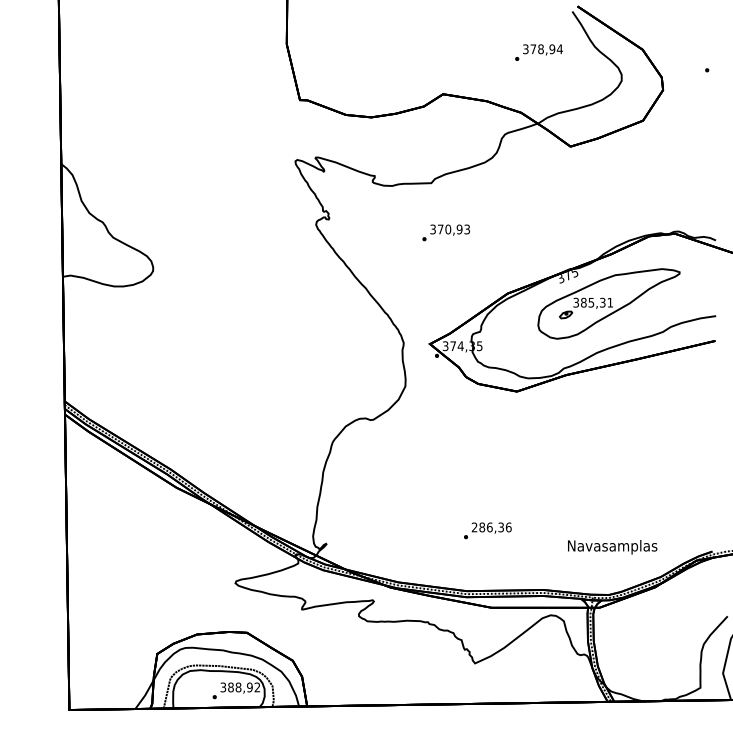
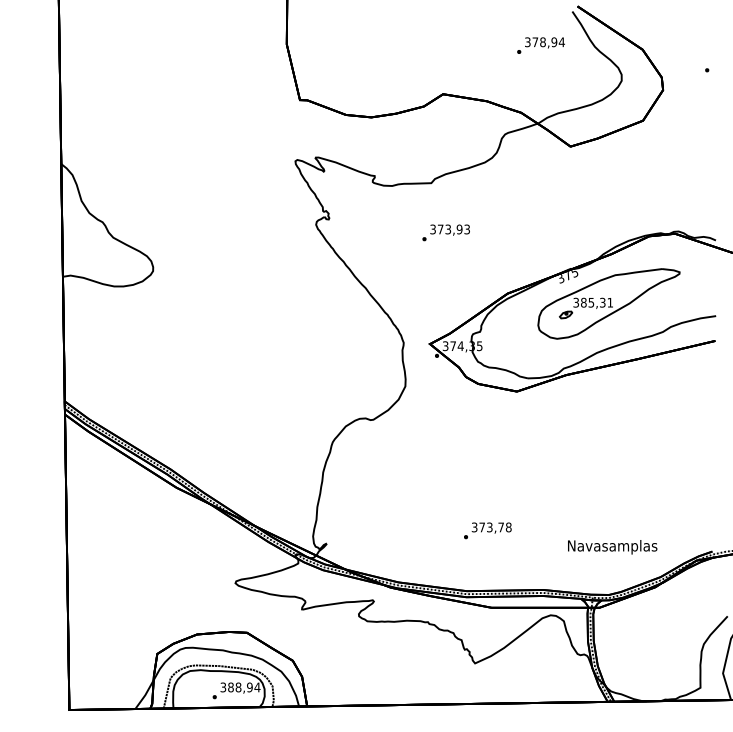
text at (538, 52) position: (538, 52) -> (540, 45)
text at (448, 229): 370,93 -> 373,93
text at (491, 527): 286,36 -> 373,78
text at (257, 687): 388,92 -> 388,94
